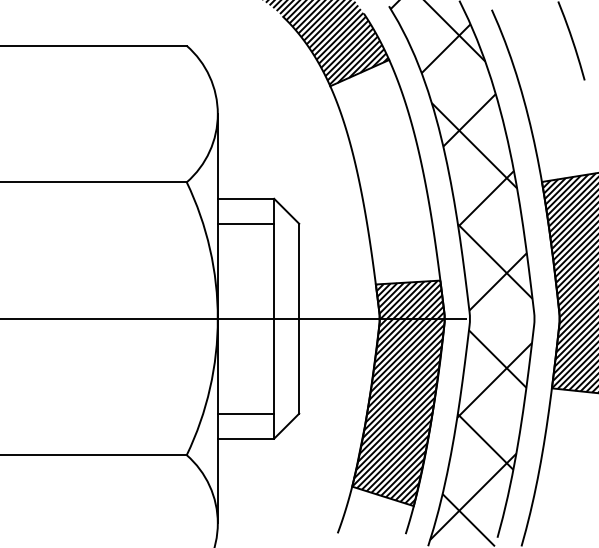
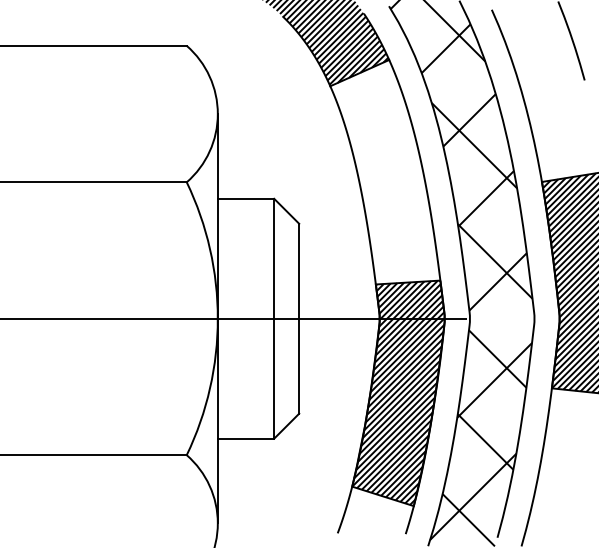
line at (245, 223): present -> none
line at (245, 413): present -> none
